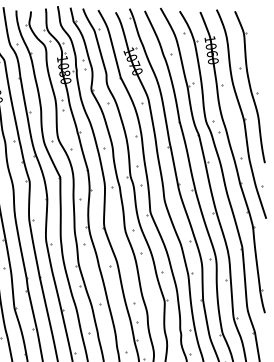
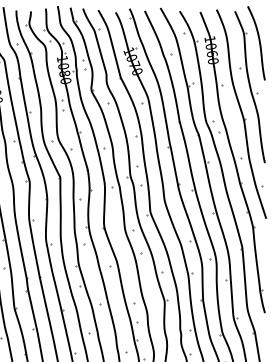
curve at (258, 41): none -> present
